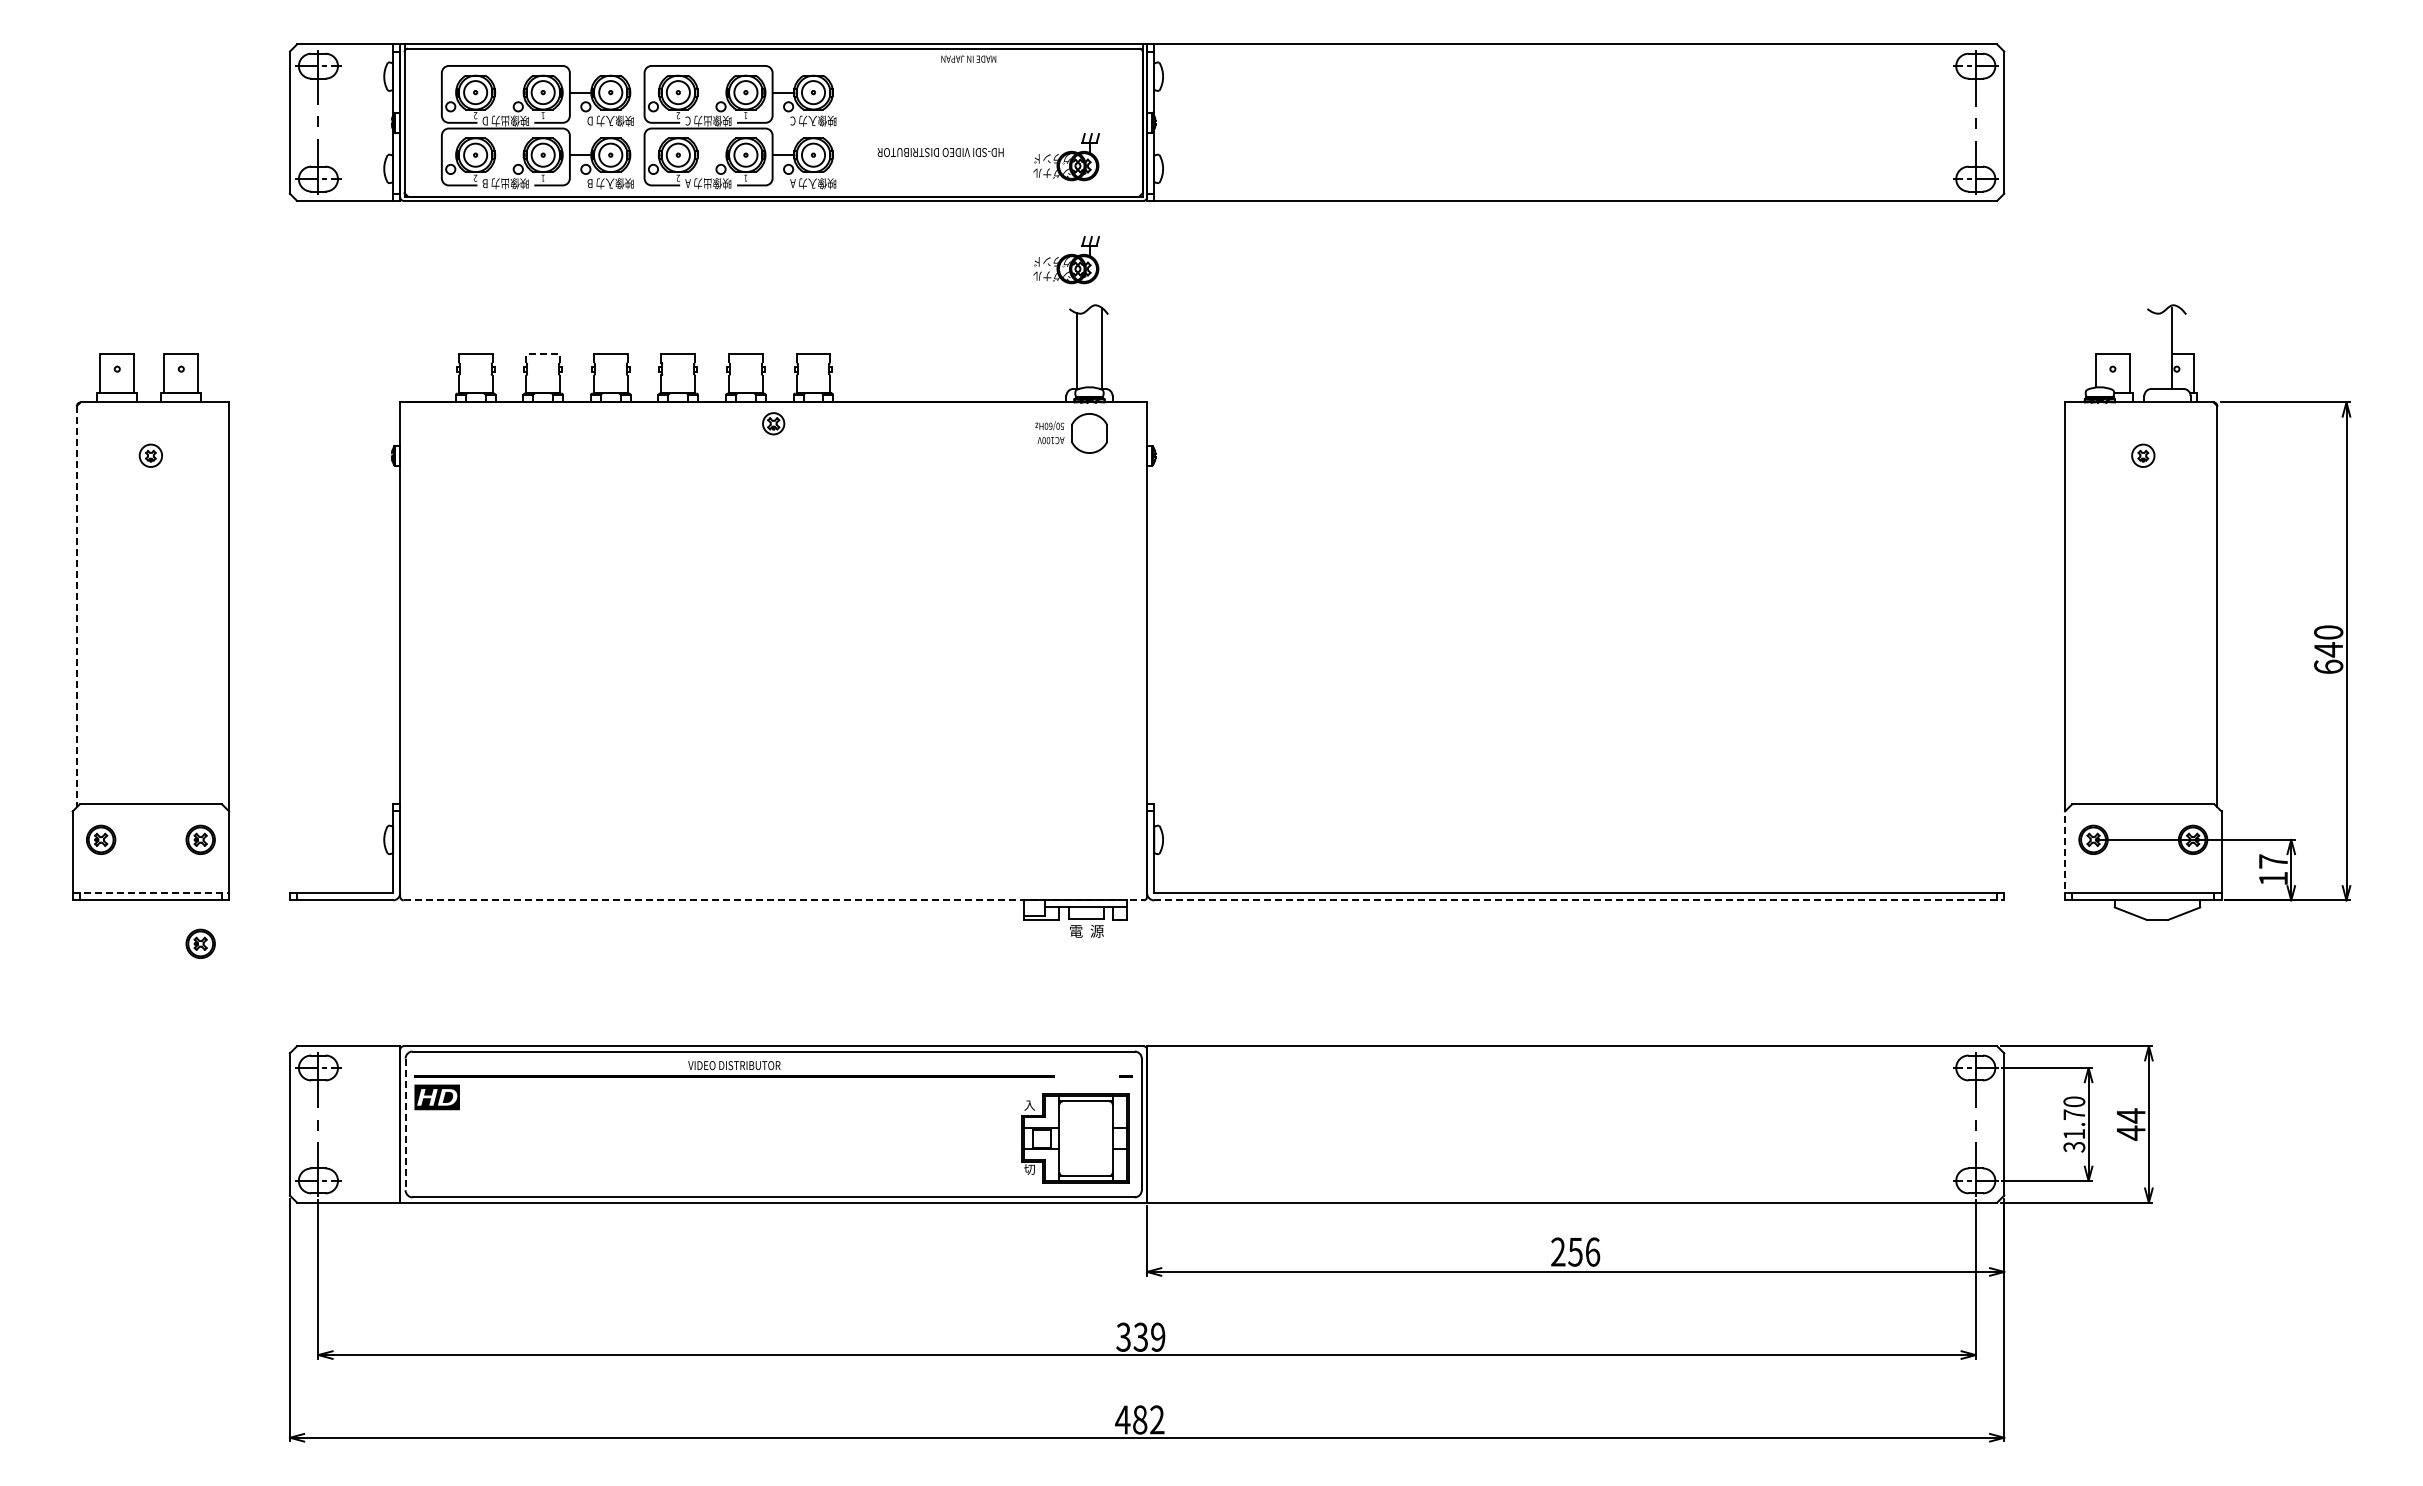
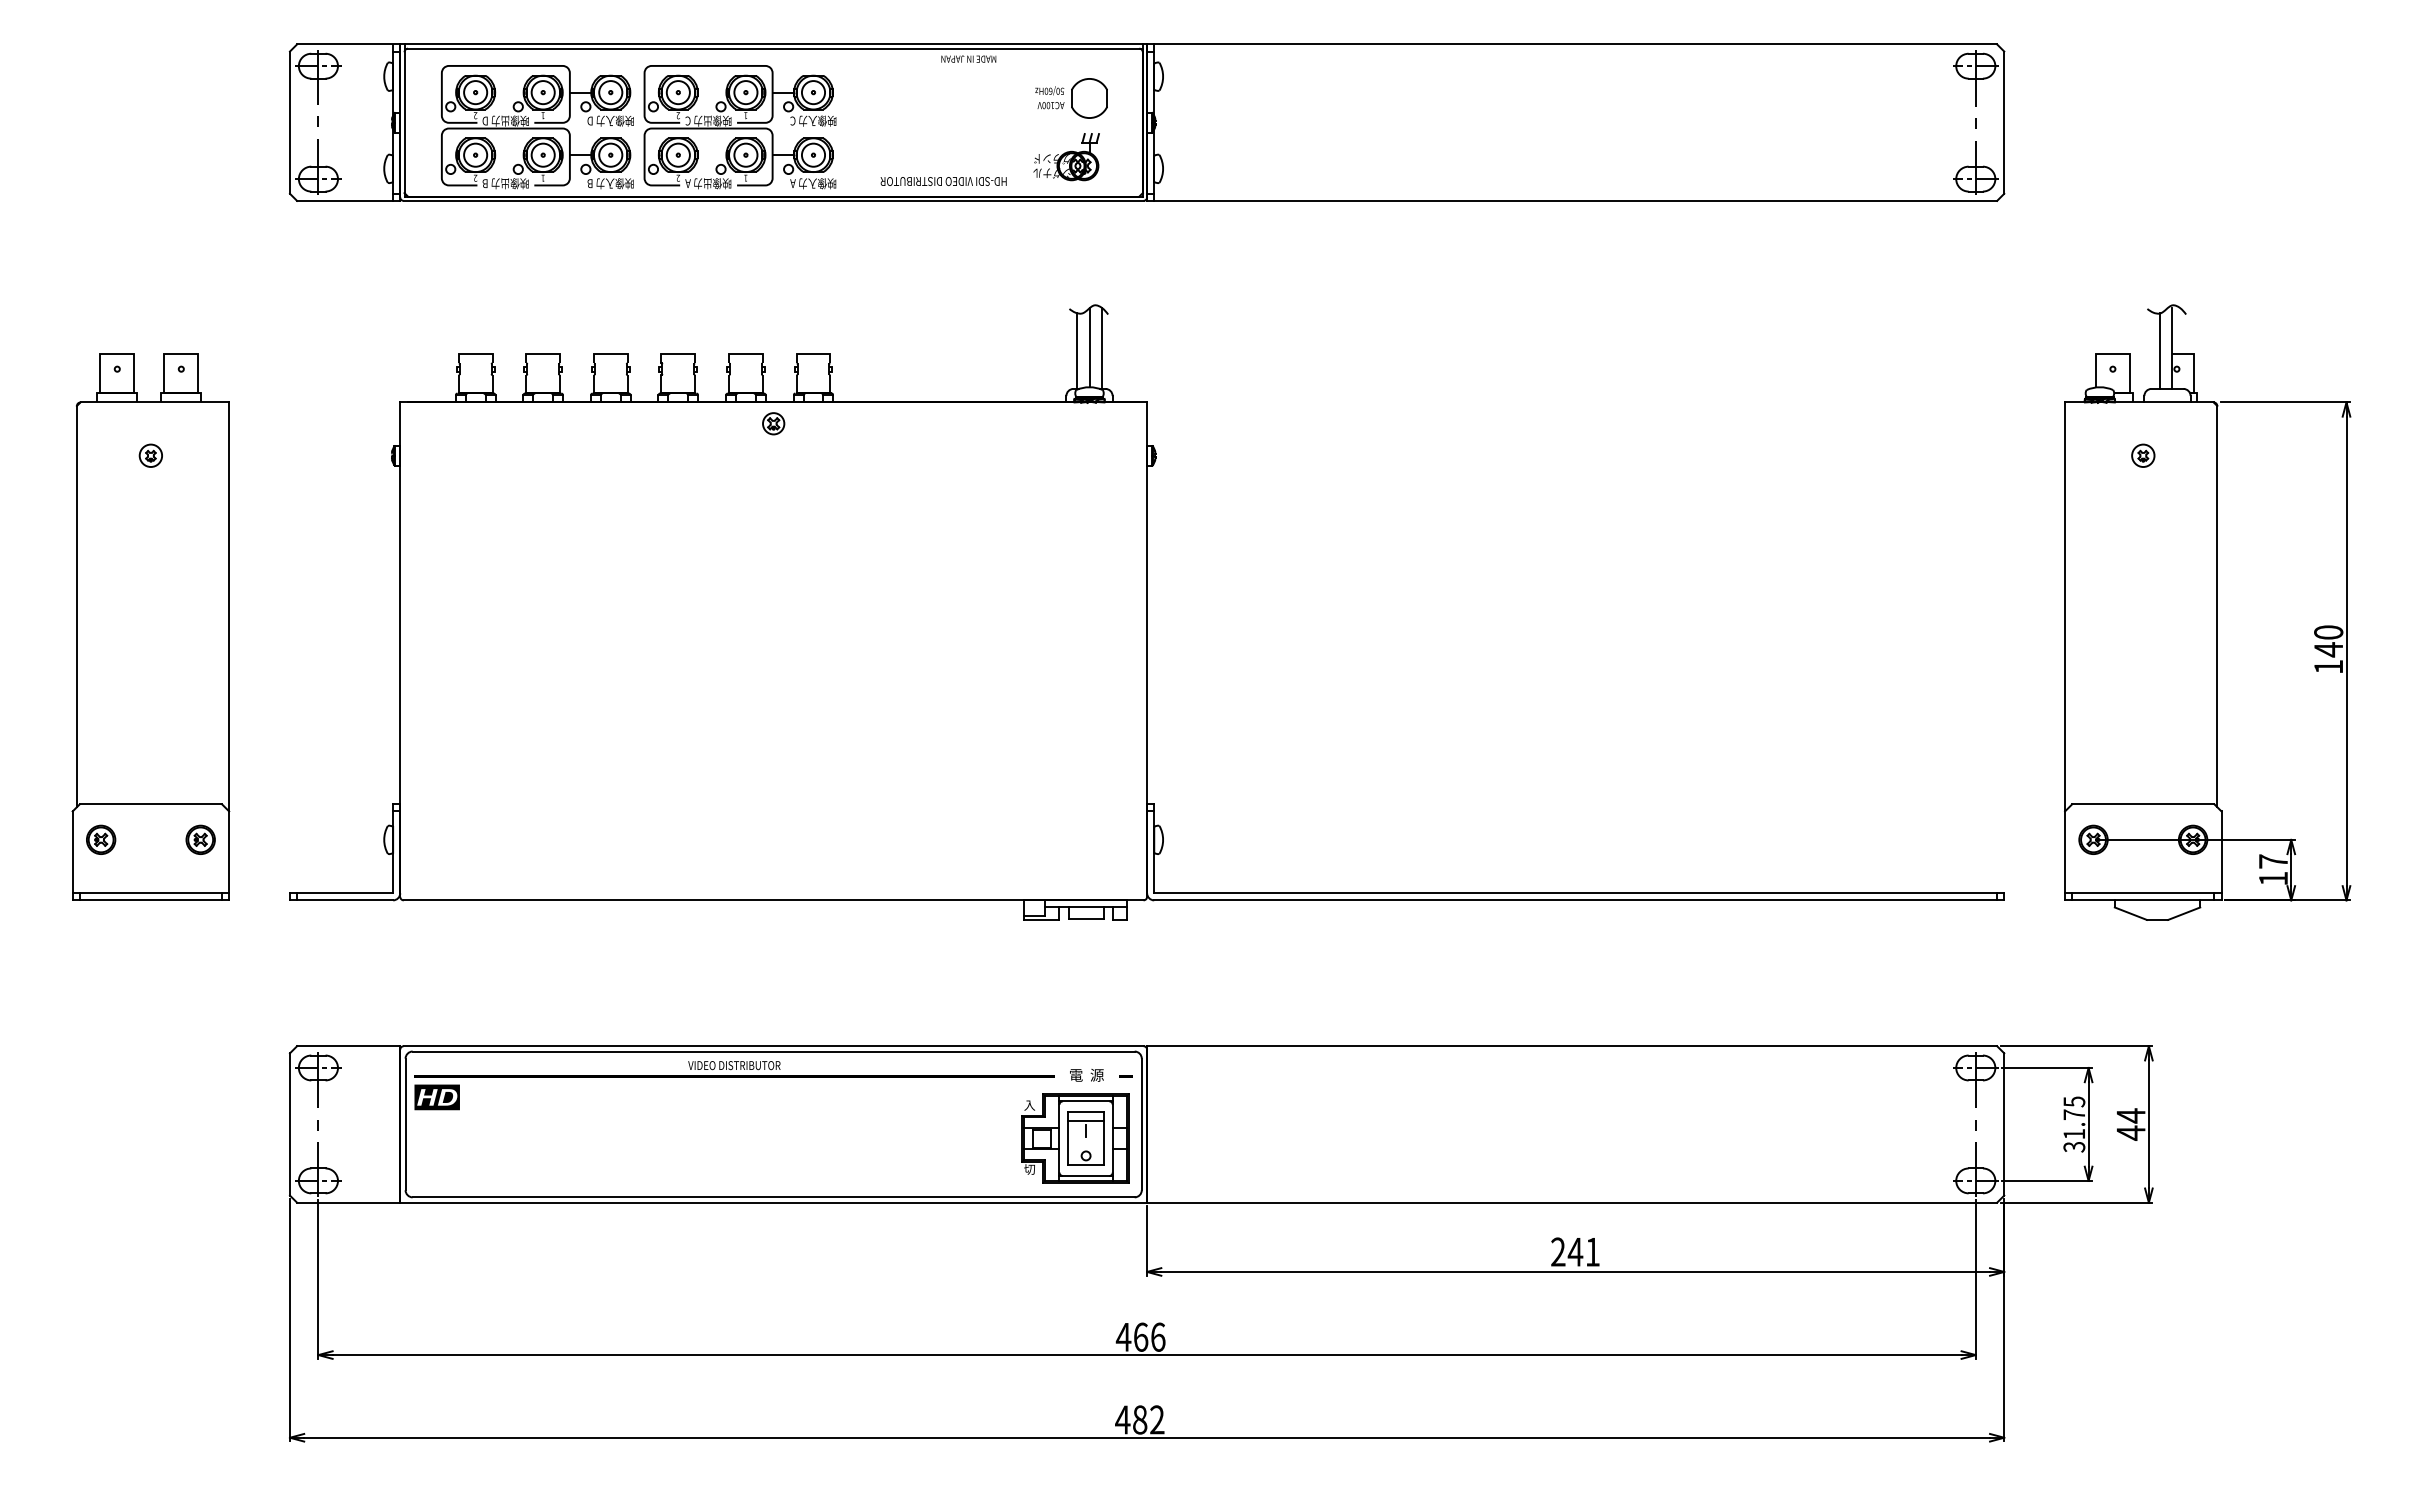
text at (940, 152) position: (940, 152) -> (943, 181)
part at (1066, 260): present -> none
line at (1089, 347): none -> present
line at (2159, 350): none -> present
line at (543, 354): dashed -> solid
part at (1071, 433) position: (1071, 433) -> (1071, 98)
line at (76, 606): dashed -> solid
text at (2328, 666): 640 -> 140
line at (2065, 855): dashed -> solid
line at (151, 893): dashed -> solid
line at (773, 900): dashed -> solid
line at (1579, 900): dashed -> solid
text at (1086, 931) position: (1086, 931) -> (1086, 1075)
part at (200, 943): present -> none
text at (2074, 1101): 31.70 -> 31.75
line at (405, 1124): dashed -> solid
part at (1085, 1138): none -> present
text at (1583, 1251): 256 -> 241
text at (1140, 1336): 339 -> 466
